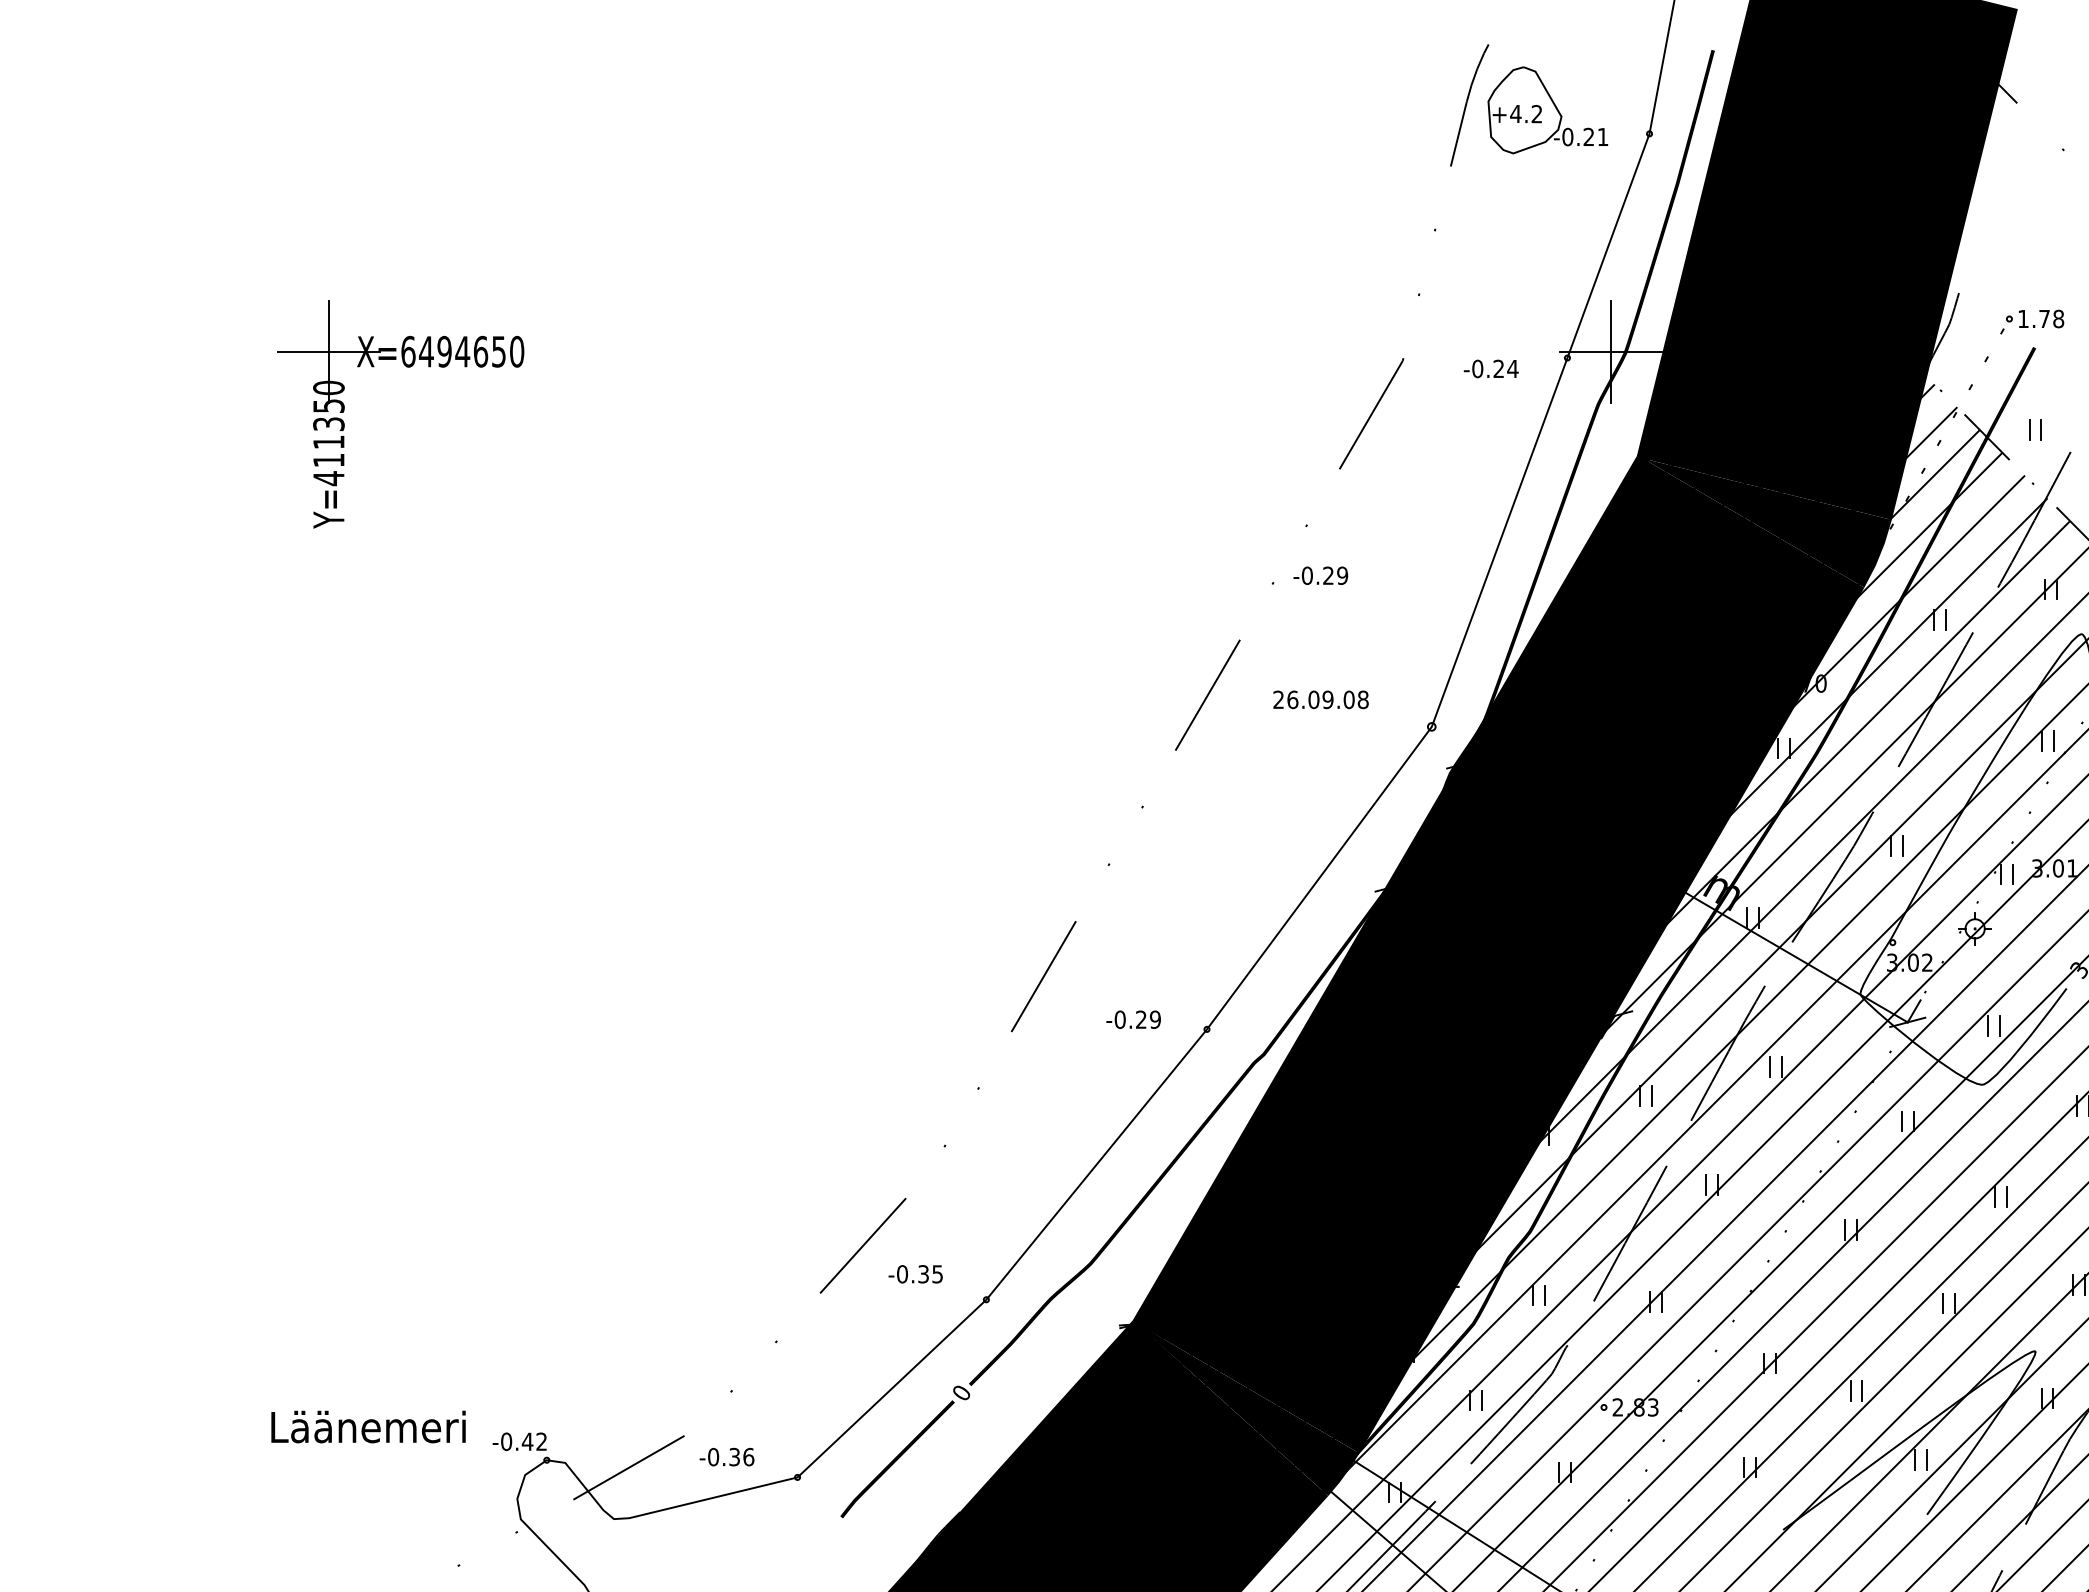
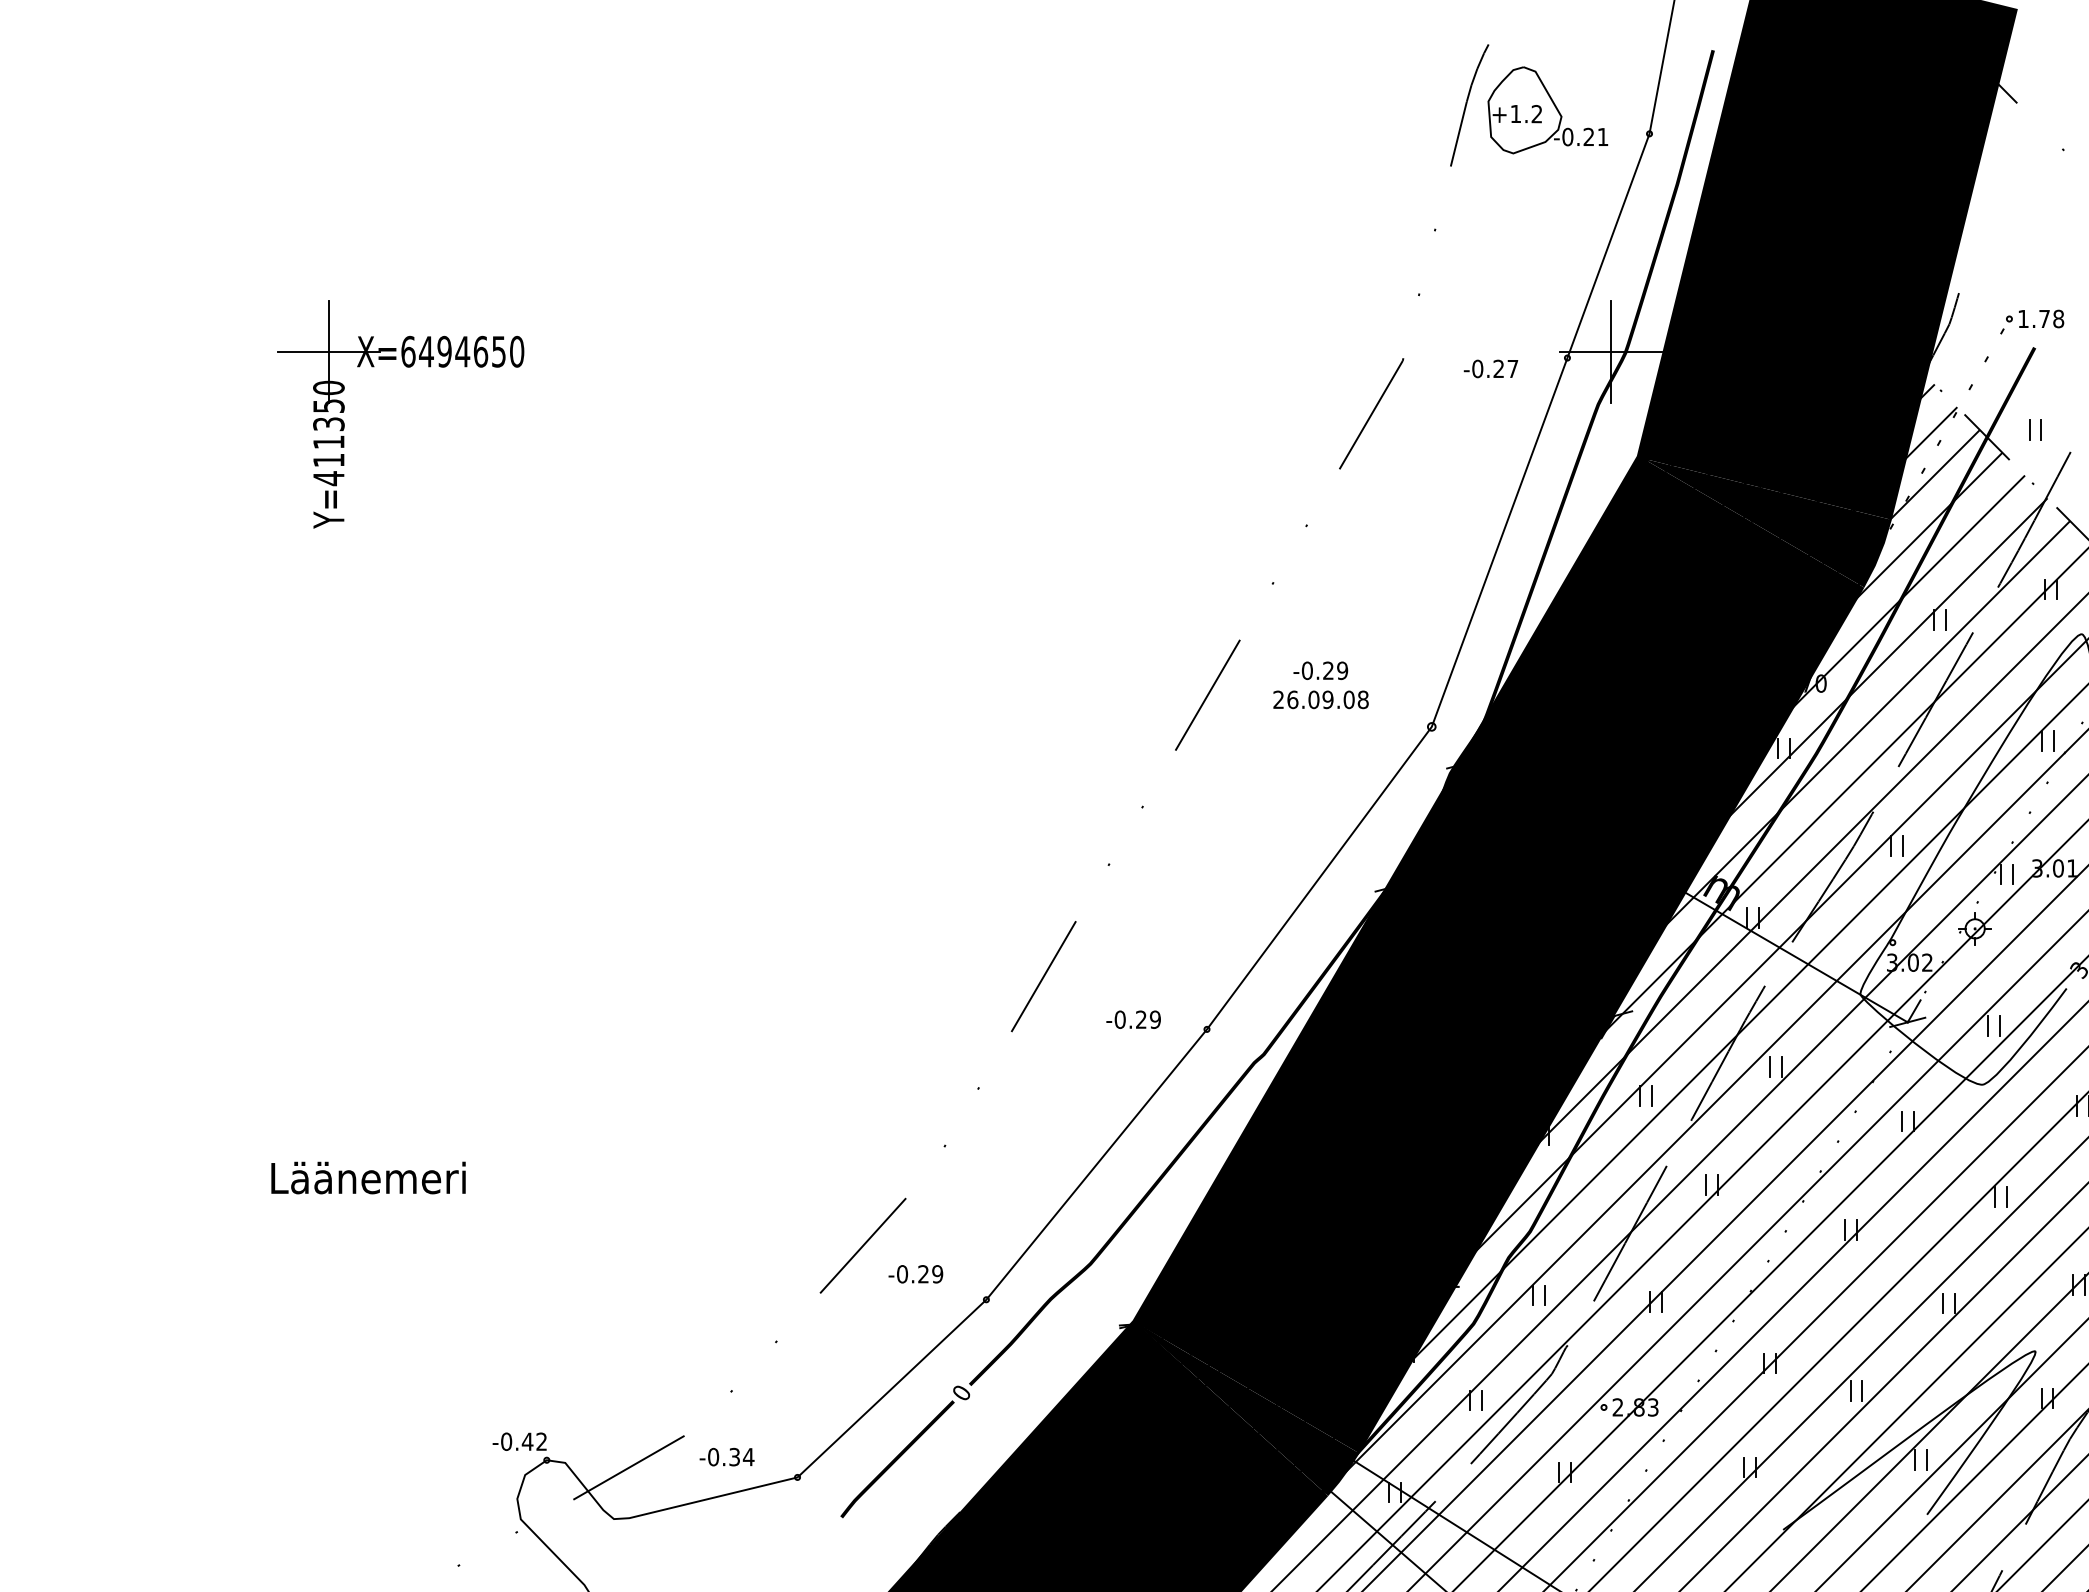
text at (1515, 113): +4.2 -> +1.2
text at (1512, 368): -0.24 -> -0.27
text at (1320, 575) position: (1320, 575) -> (1320, 670)
text at (930, 1274): -0.35 -> -0.29
text at (368, 1426) position: (368, 1426) -> (368, 1177)
text at (748, 1456): -0.36 -> -0.34
